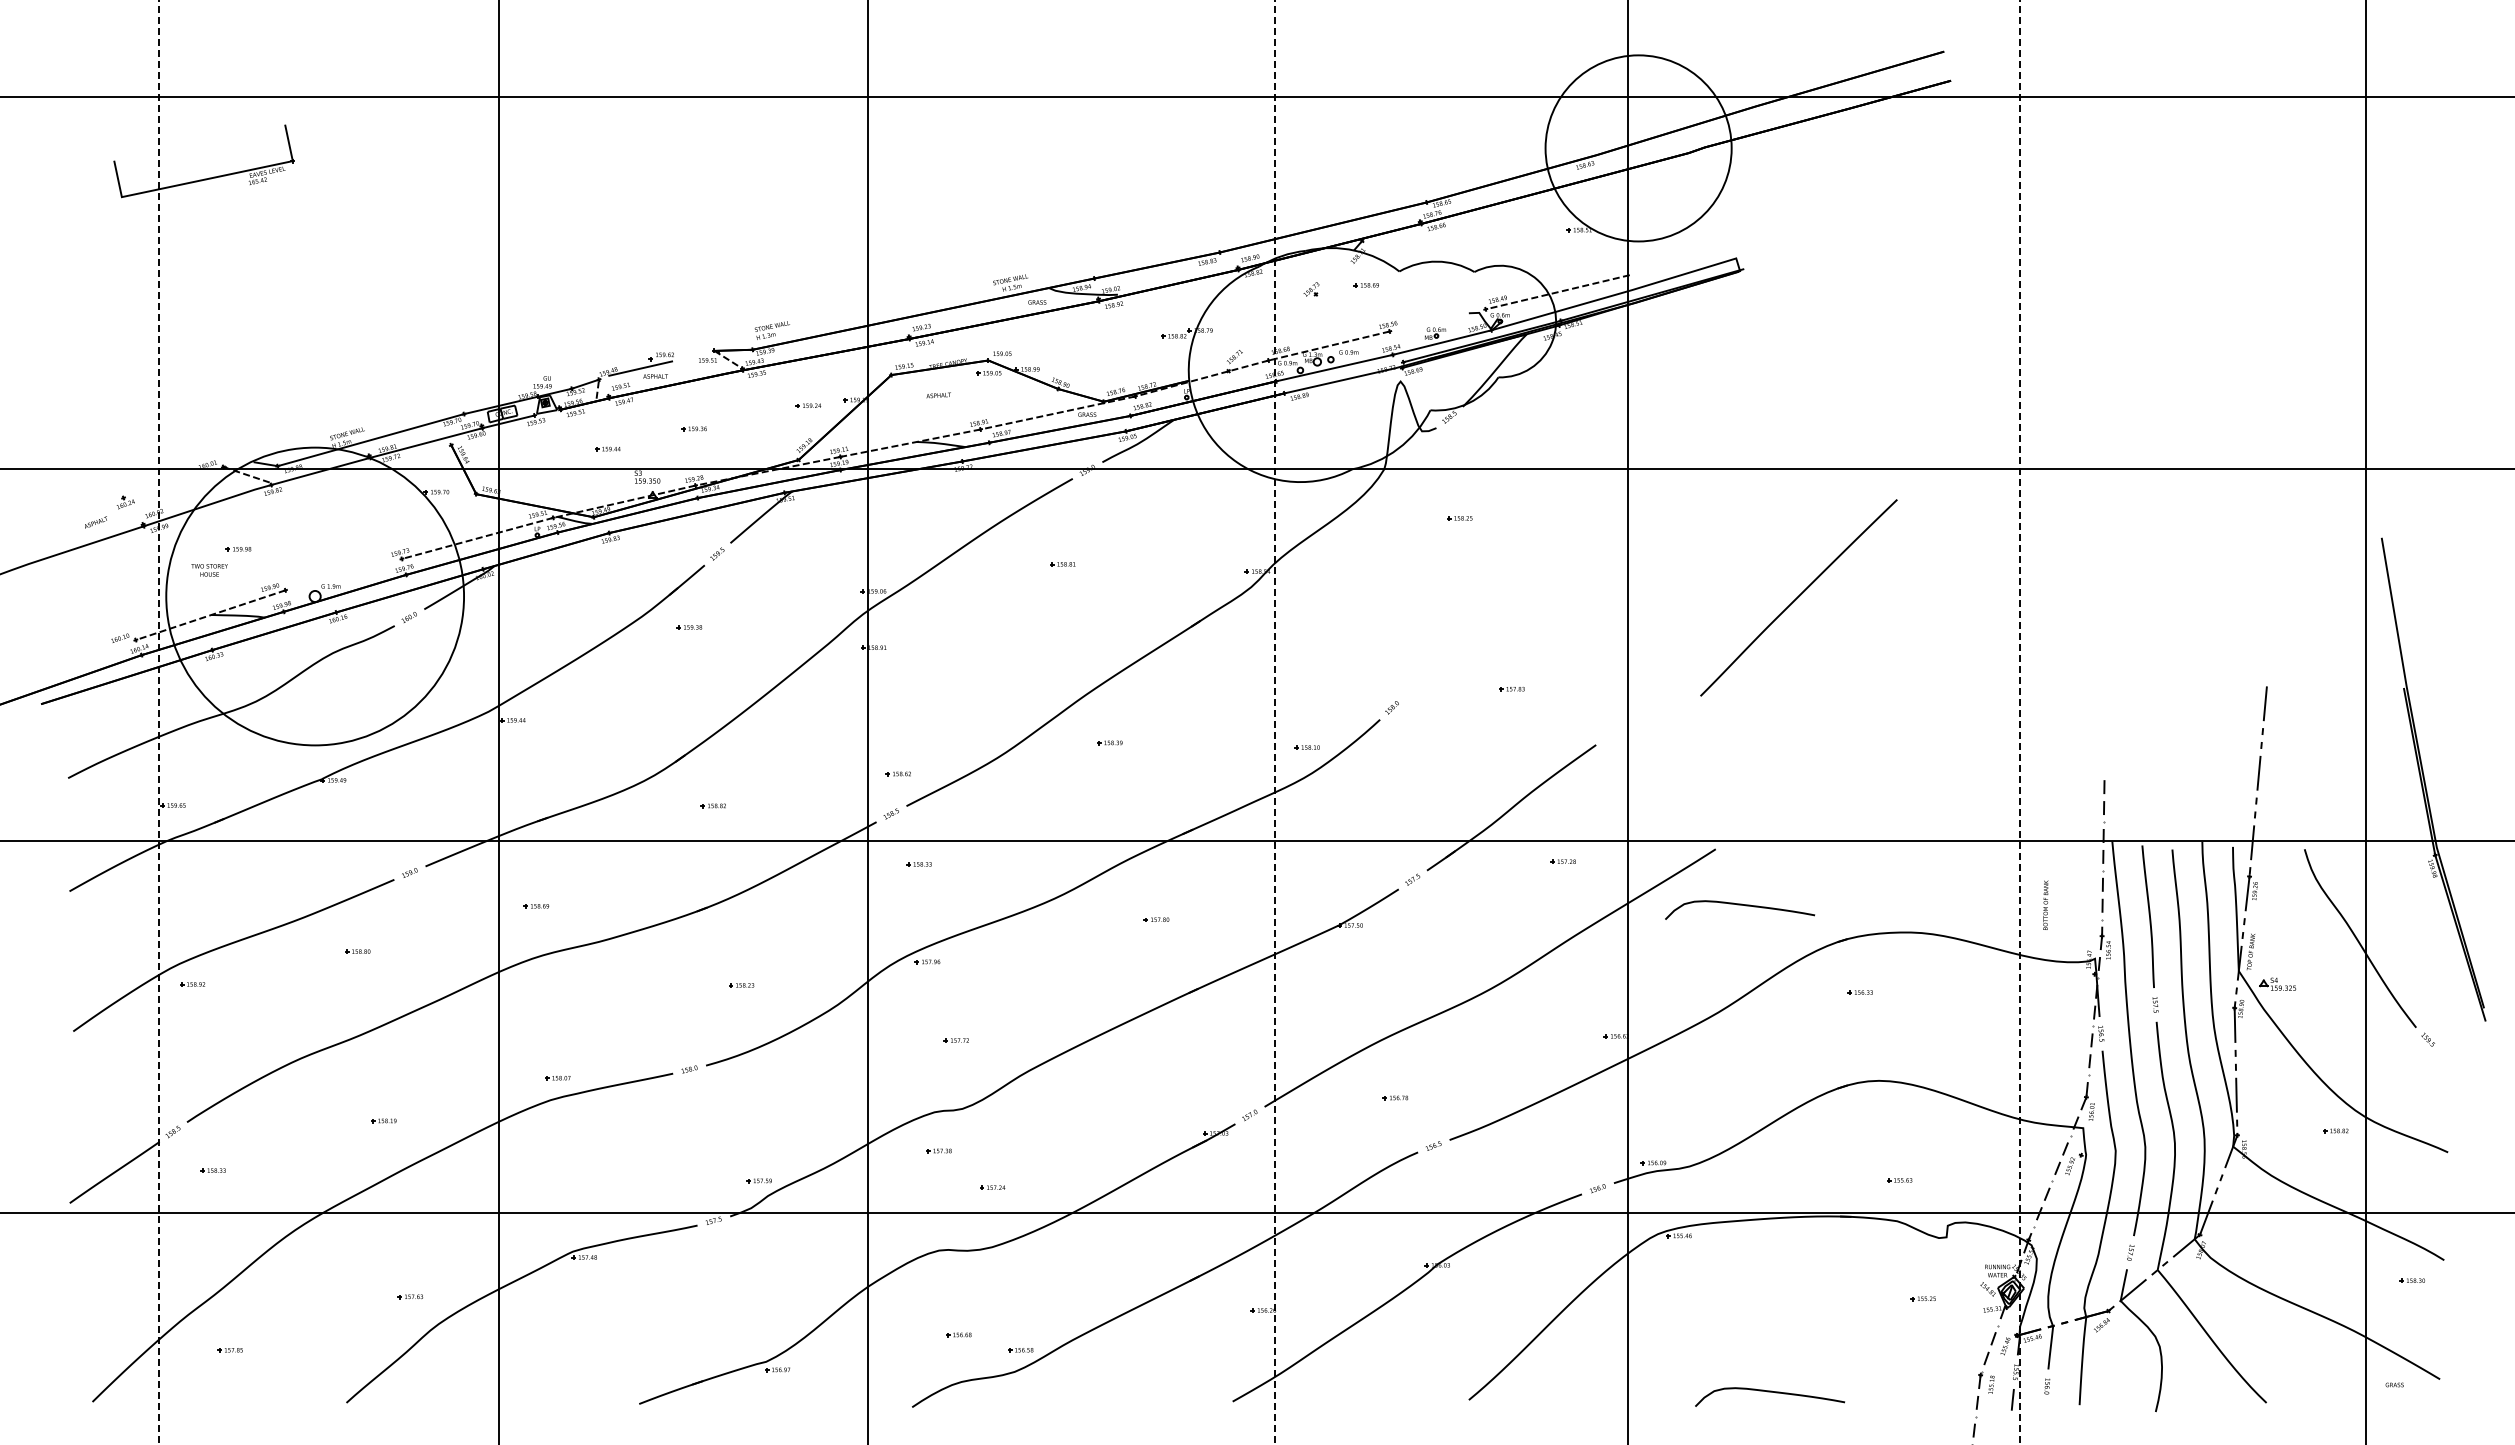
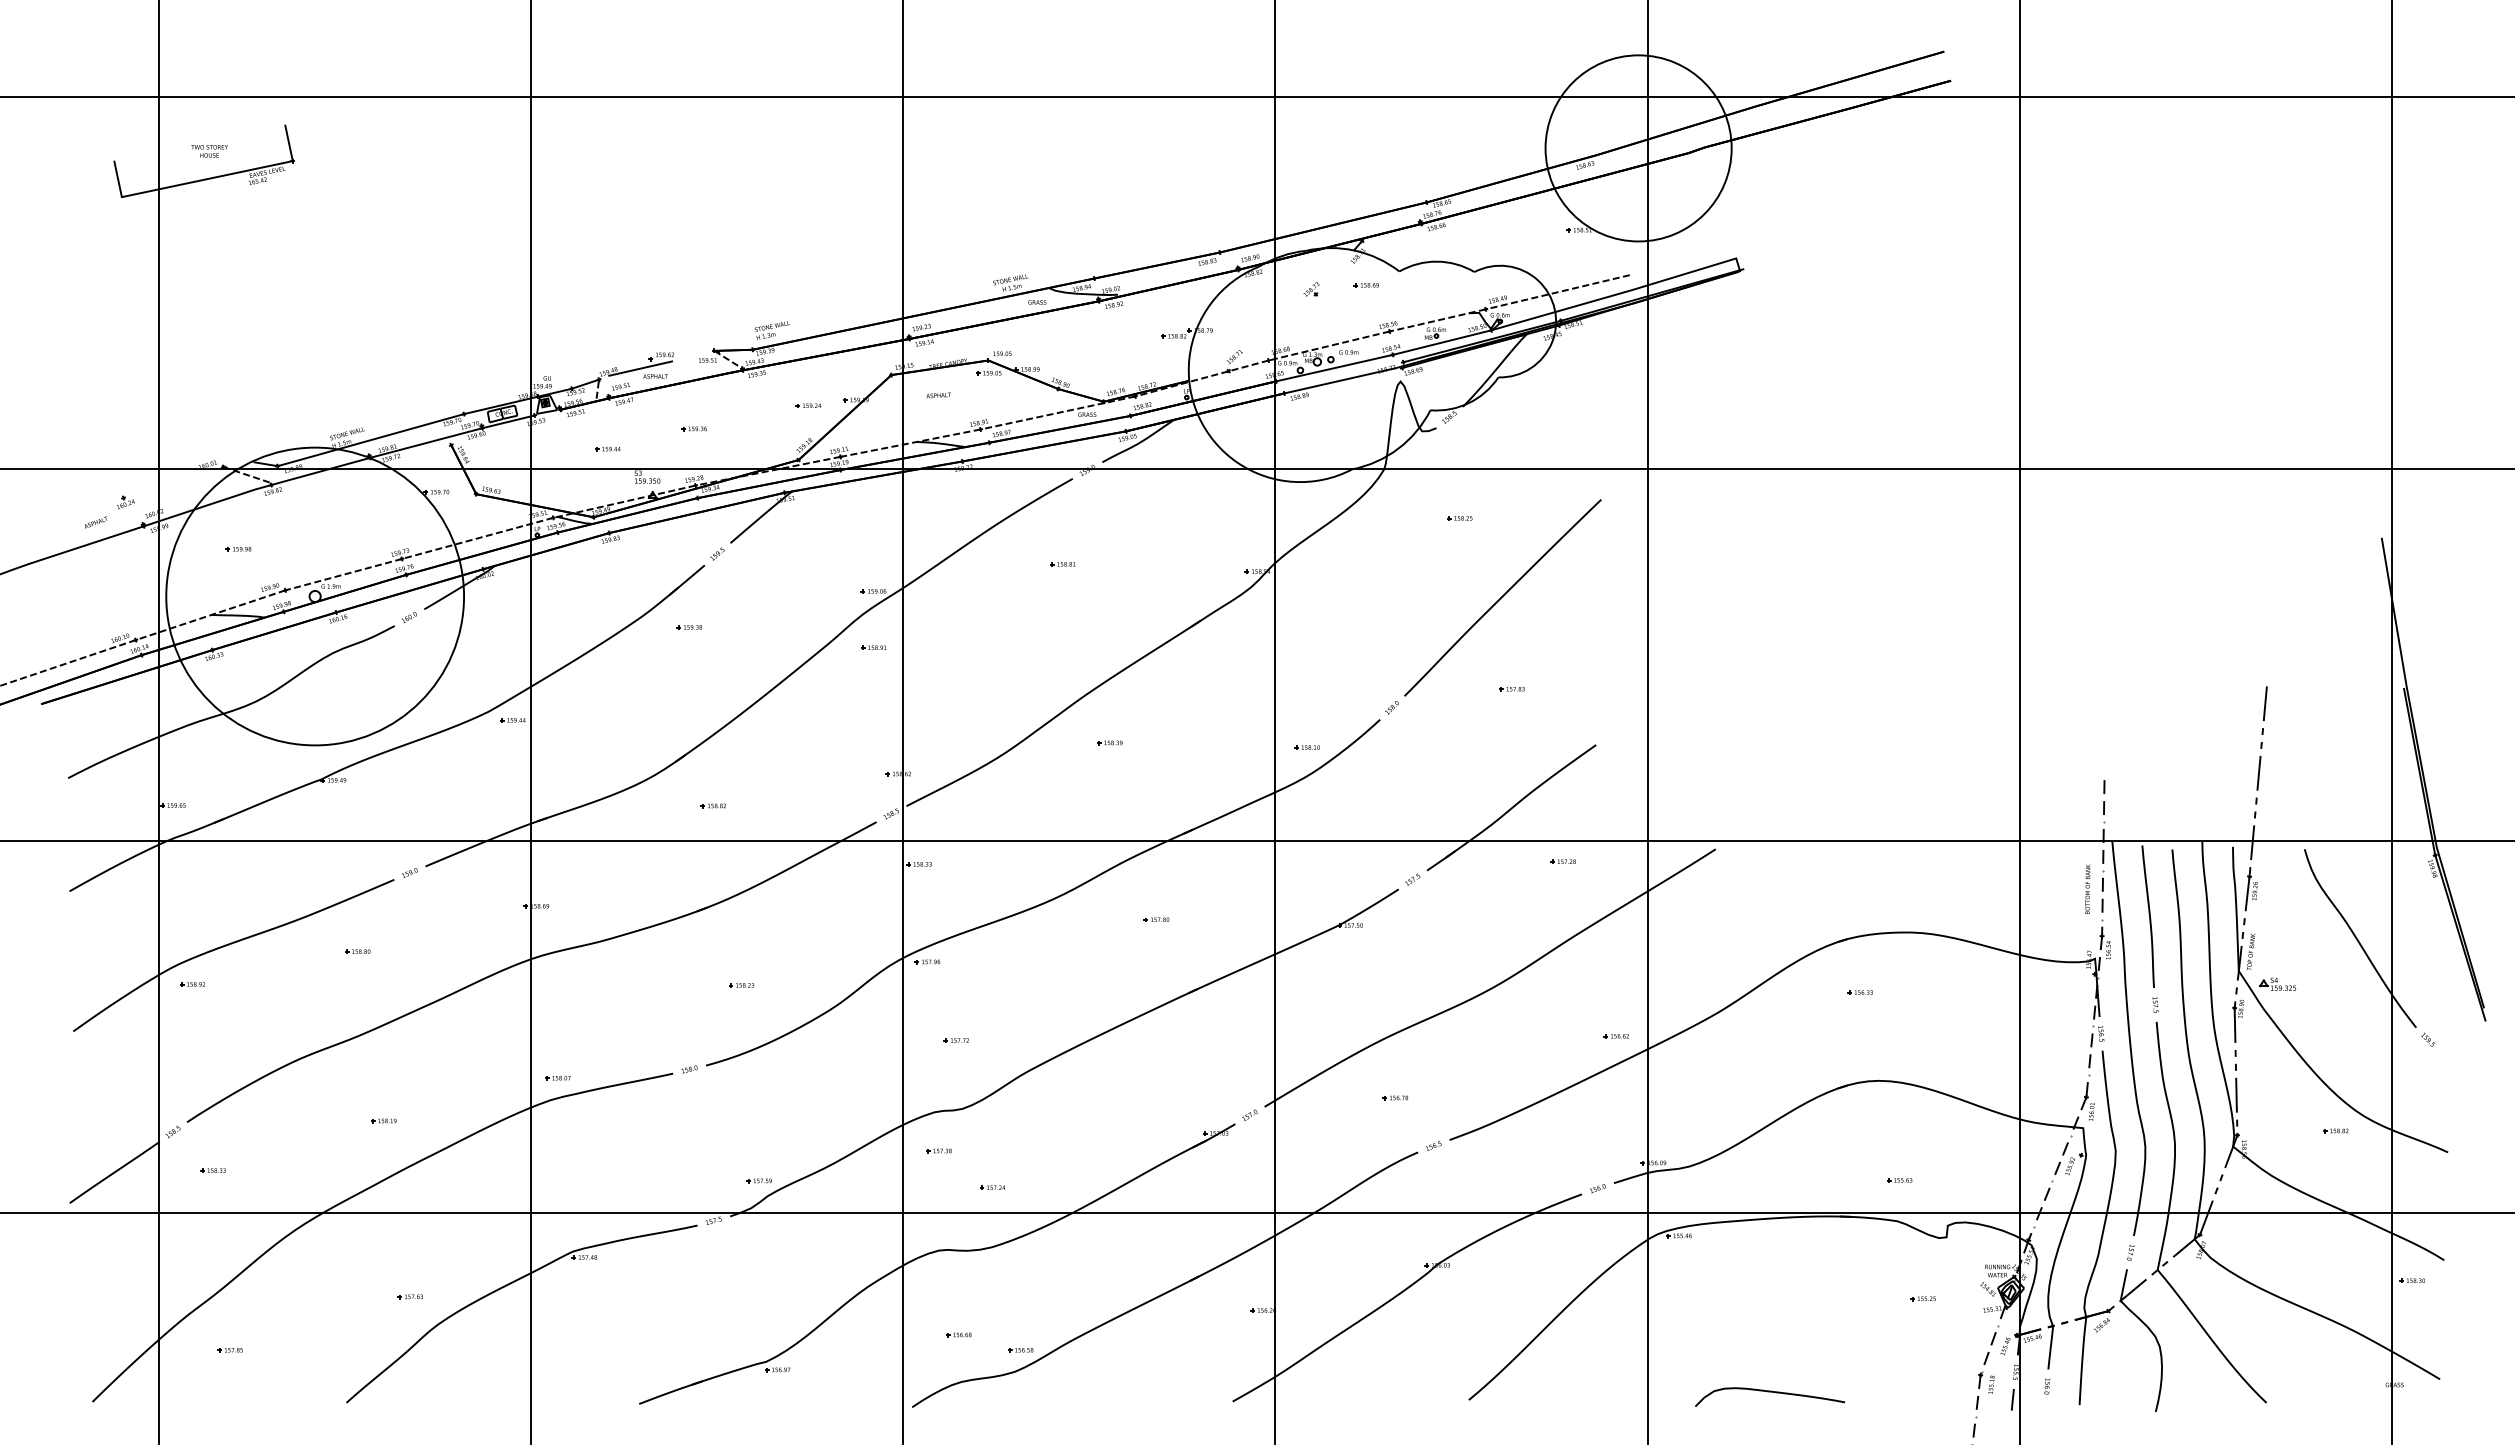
line at (1437, 320): none -> present
text at (209, 570) position: (209, 570) -> (209, 151)
line at (343, 574): none -> present
line at (1798, 597) position: (1798, 597) -> (1502, 597)
line at (68, 662): none -> present
line at (498, 721) position: (498, 721) -> (530, 721)
line at (868, 721) position: (868, 721) -> (903, 721)
line at (1627, 721) position: (1627, 721) -> (1647, 721)
line at (2366, 721) position: (2366, 721) -> (2392, 721)
line at (158, 722): dashed -> solid
line at (1275, 722): dashed -> solid
line at (2019, 722): dashed -> solid
text at (2045, 904) position: (2045, 904) -> (2087, 888)
curve at (1740, 905): present -> none
